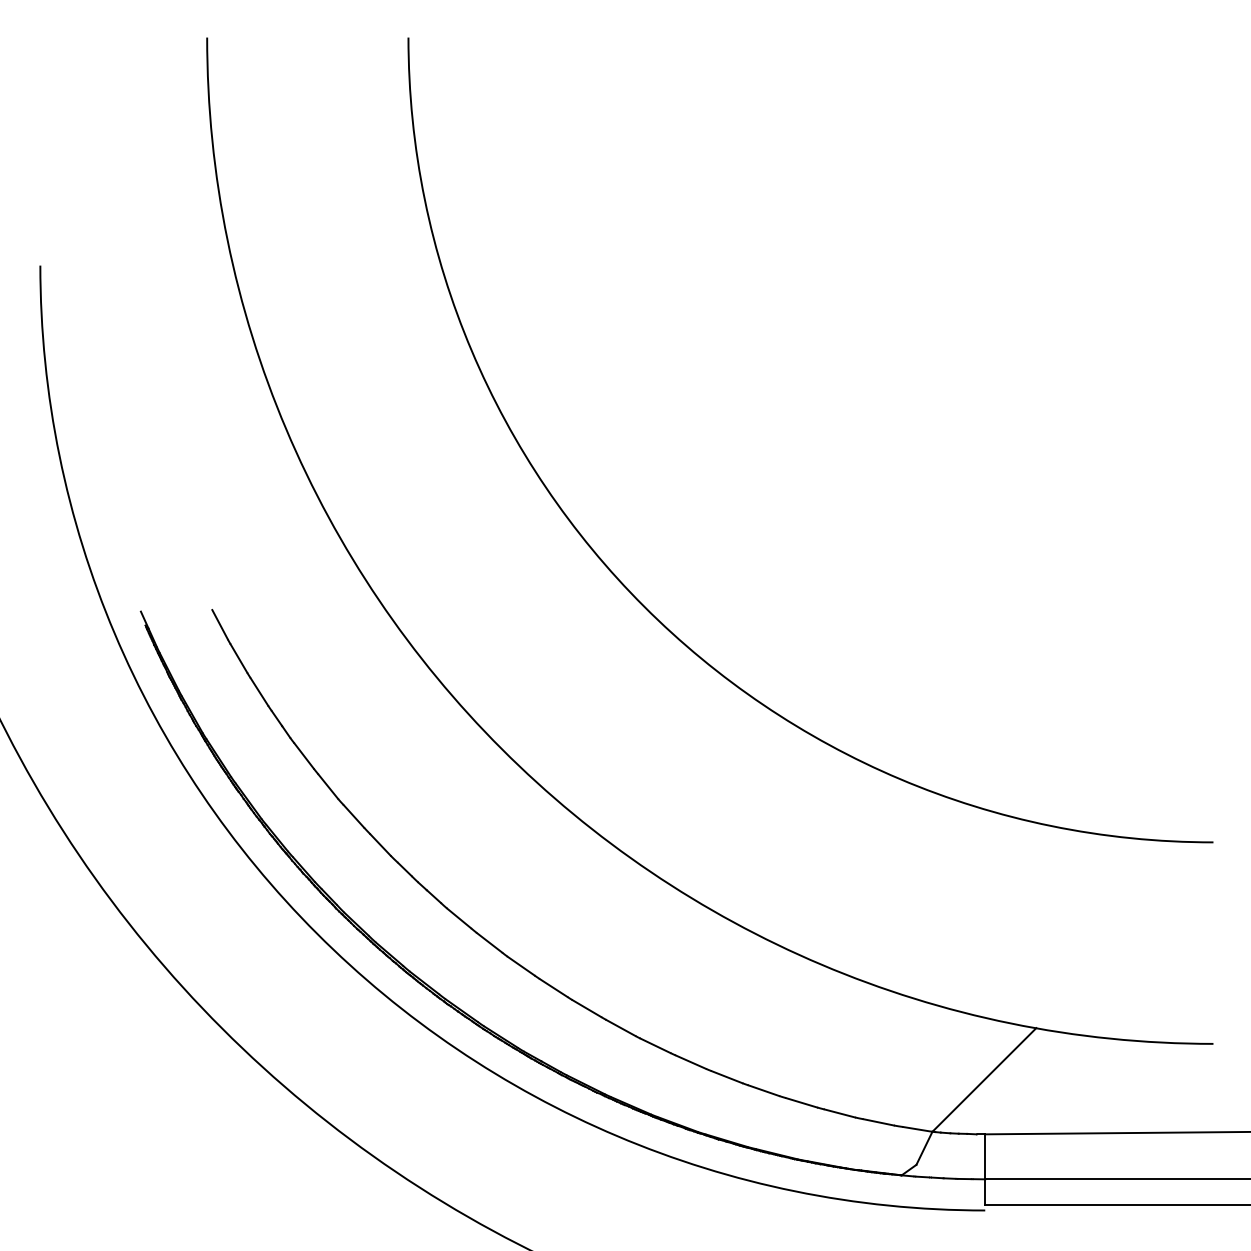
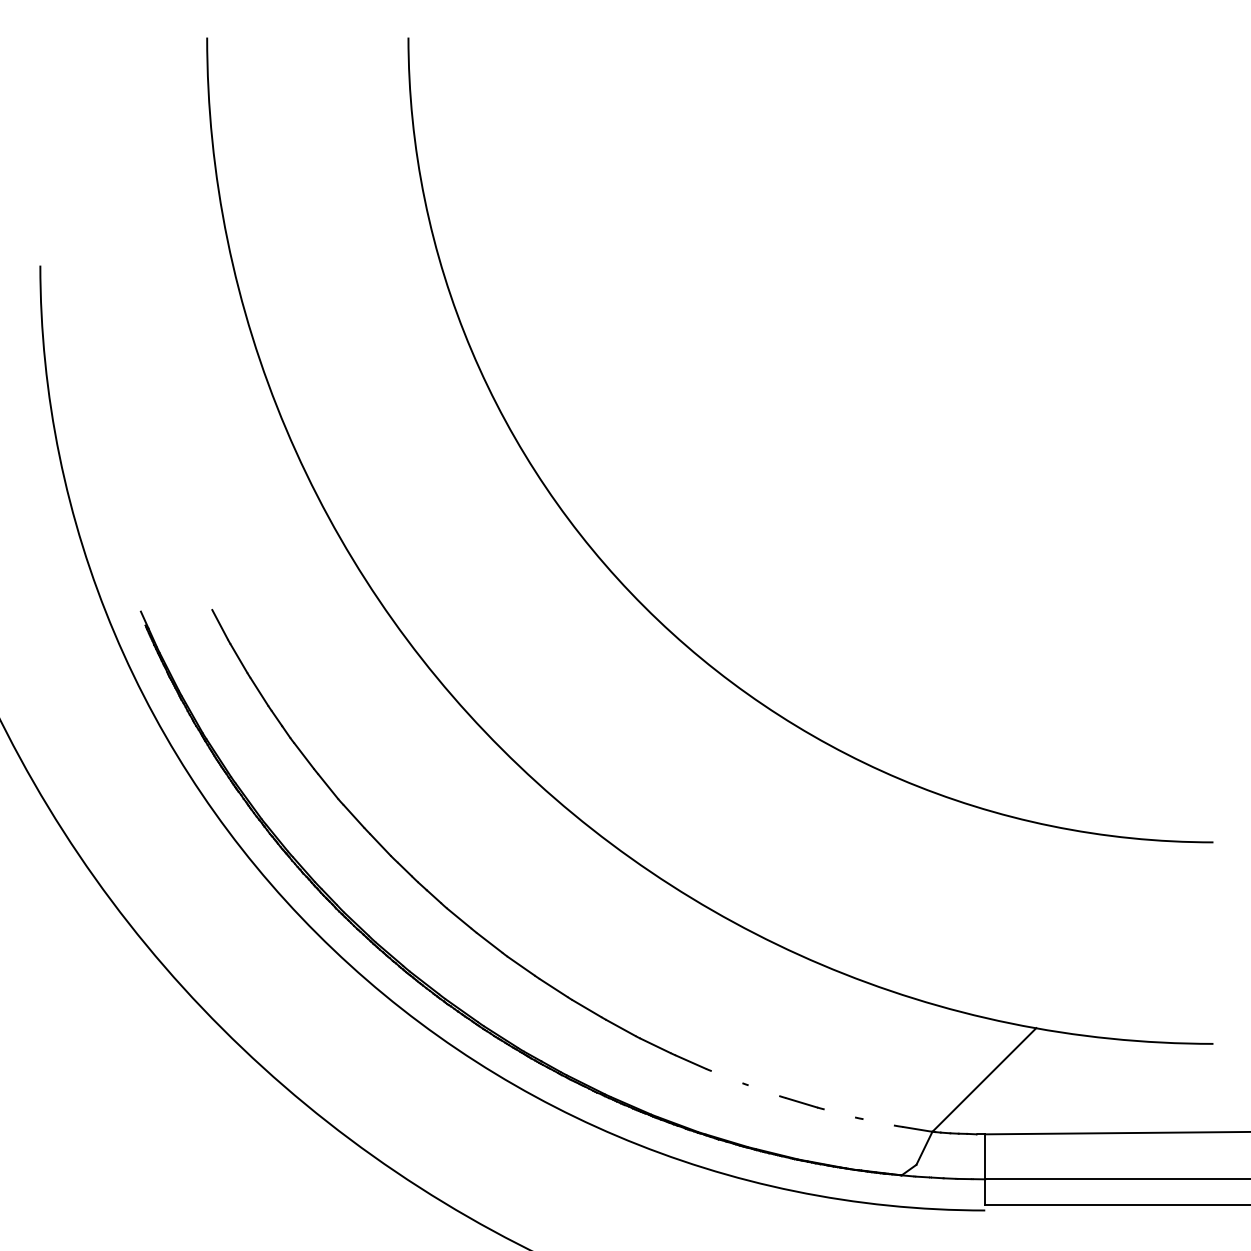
line at (726, 1077): present -> none
line at (763, 1090): present -> none
line at (839, 1113): present -> none
line at (878, 1122): present -> none
